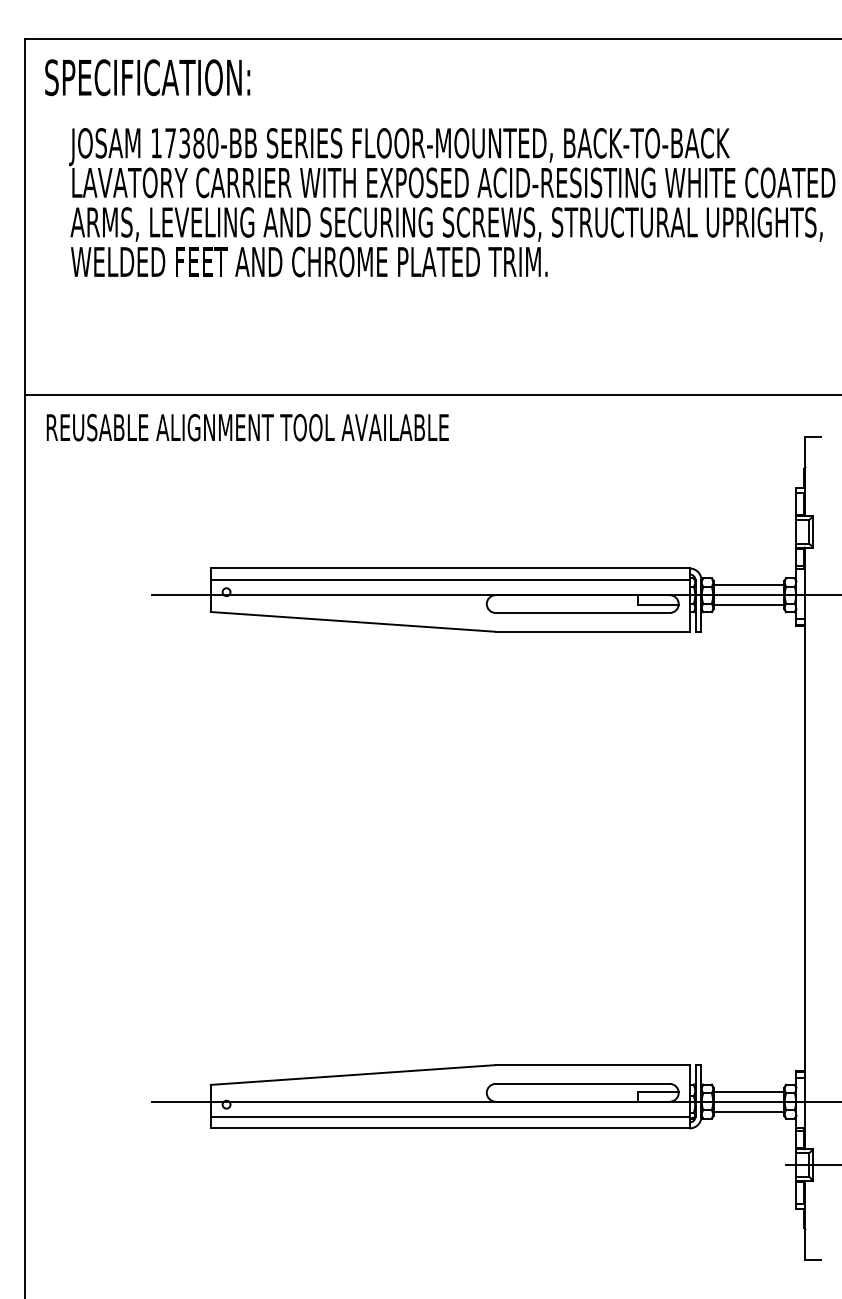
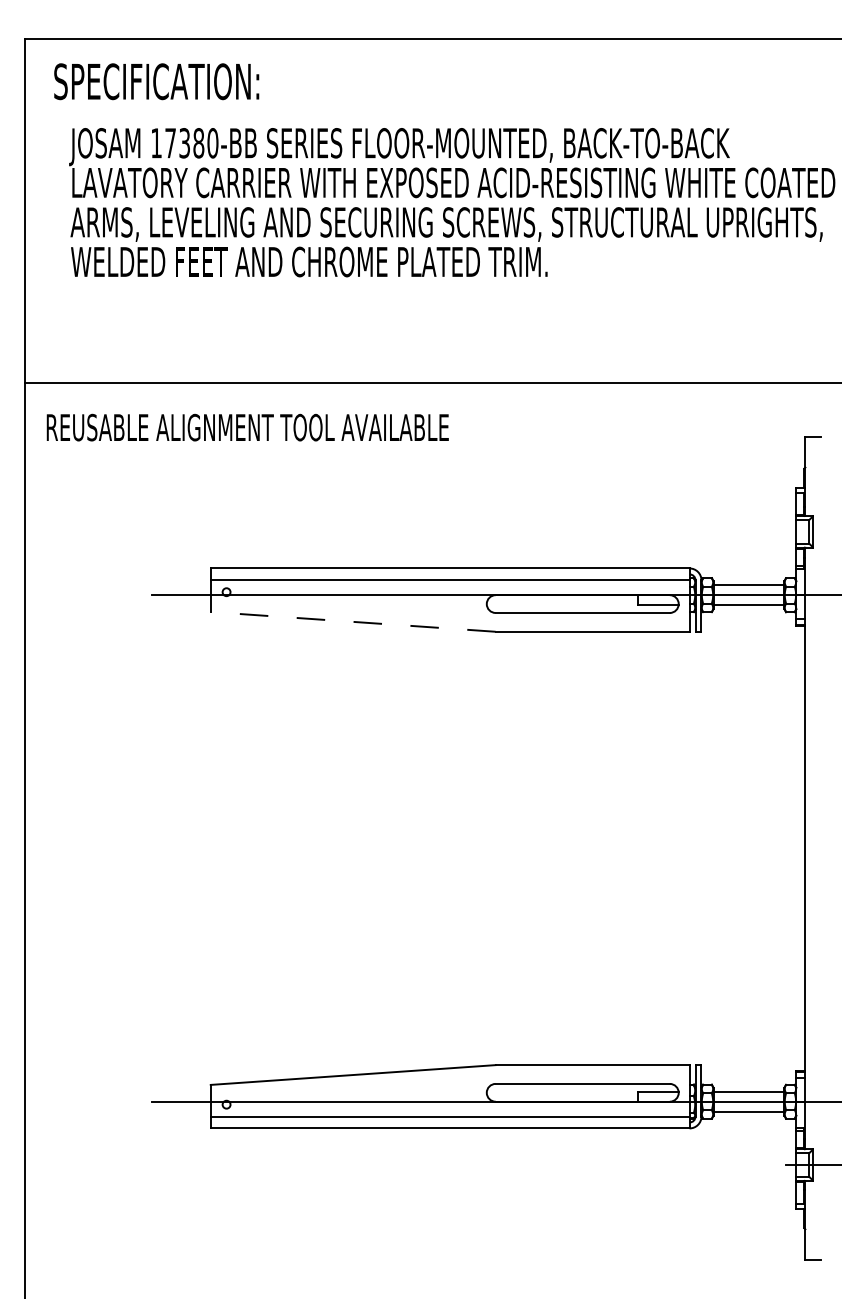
text at (147, 77) position: (147, 77) -> (156, 81)
line at (431, 395) position: (431, 395) -> (431, 383)
line at (353, 621): solid -> dashed
